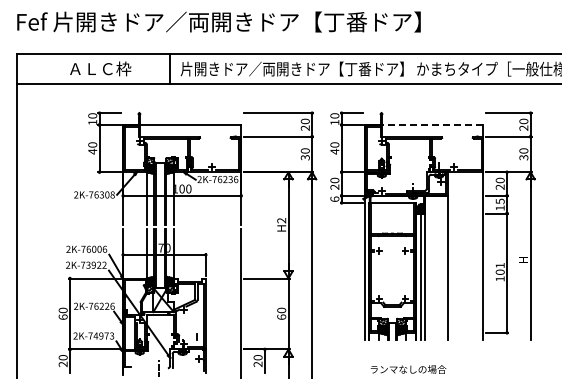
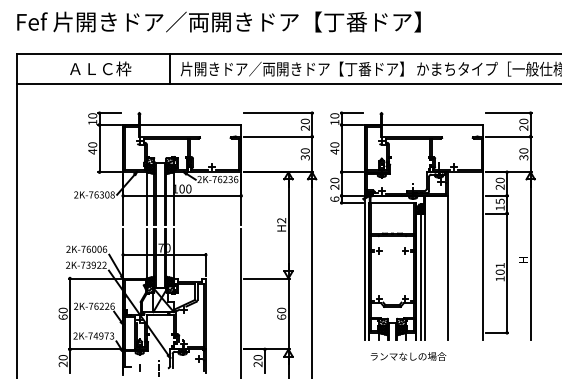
line at (432, 124): dashed -> solid
line at (196, 336) position: (196, 336) -> (139, 367)
text at (408, 369) position: (408, 369) -> (408, 356)
